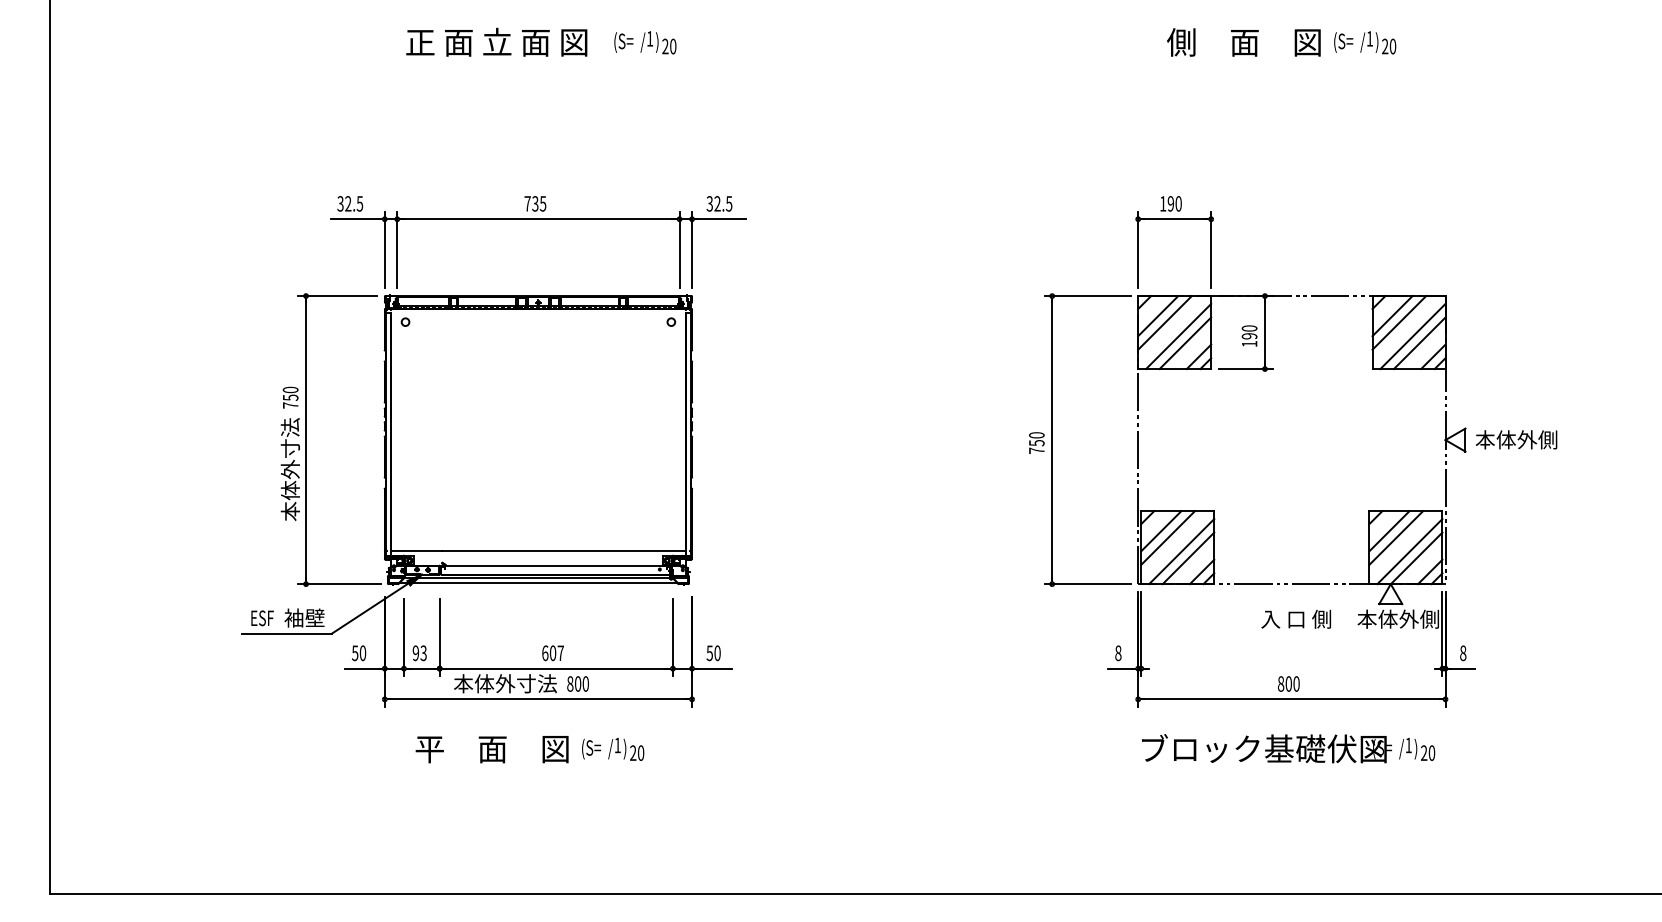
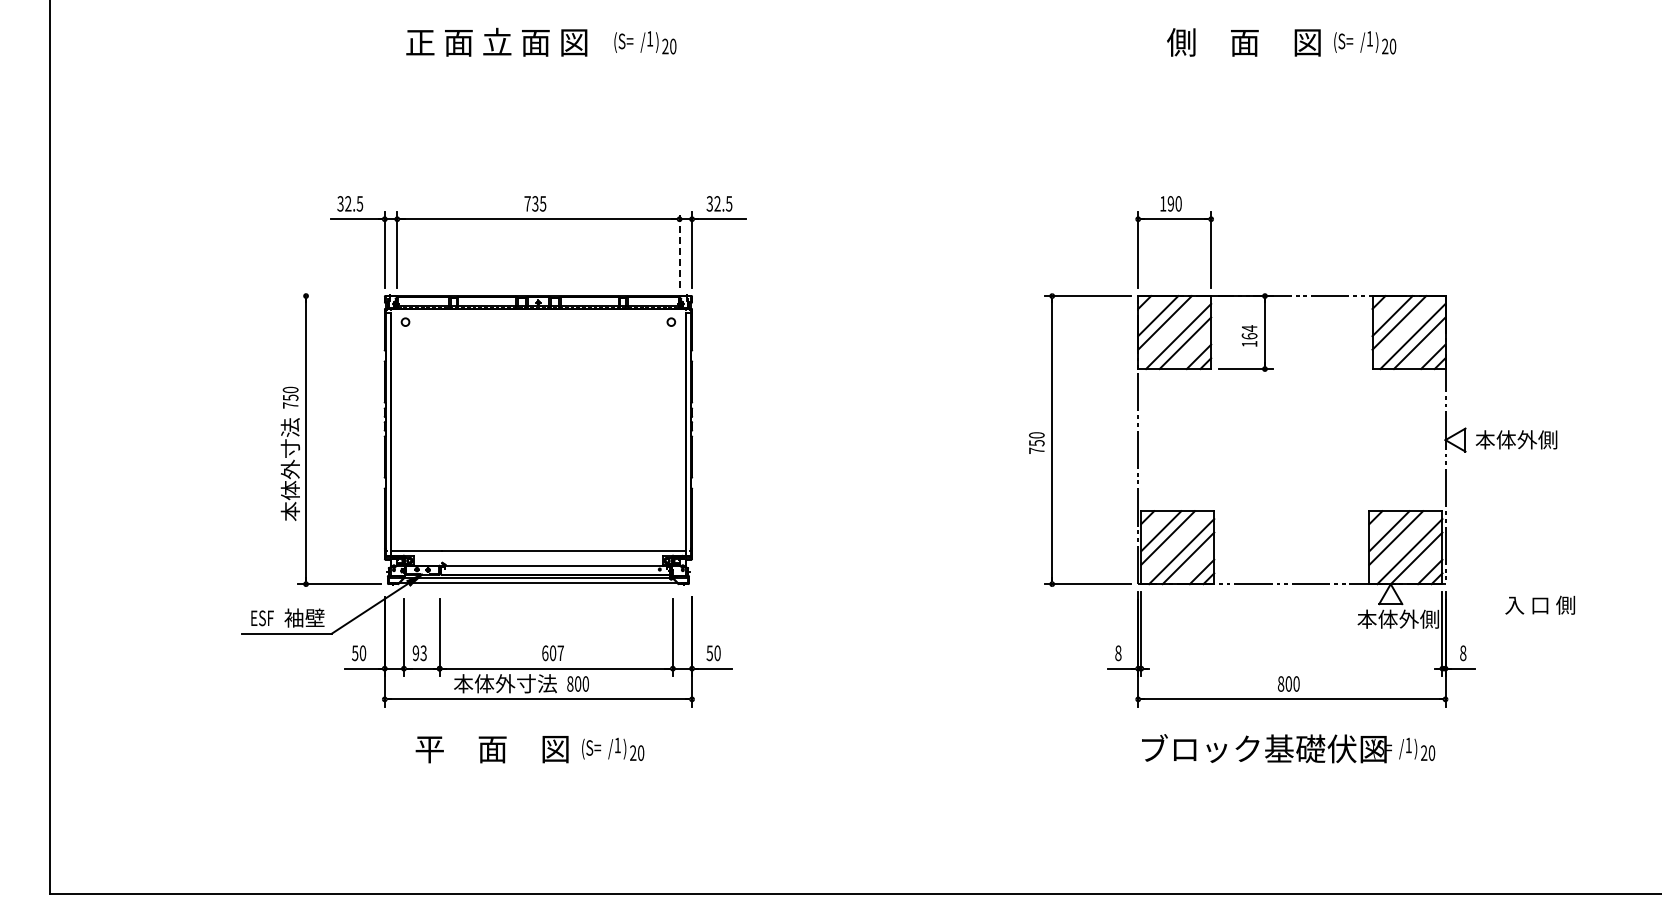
line at (679, 249): solid -> dashed
line at (337, 296): present -> none
text at (1249, 332): 190 -> 164
text at (1295, 618) position: (1295, 618) -> (1539, 604)
